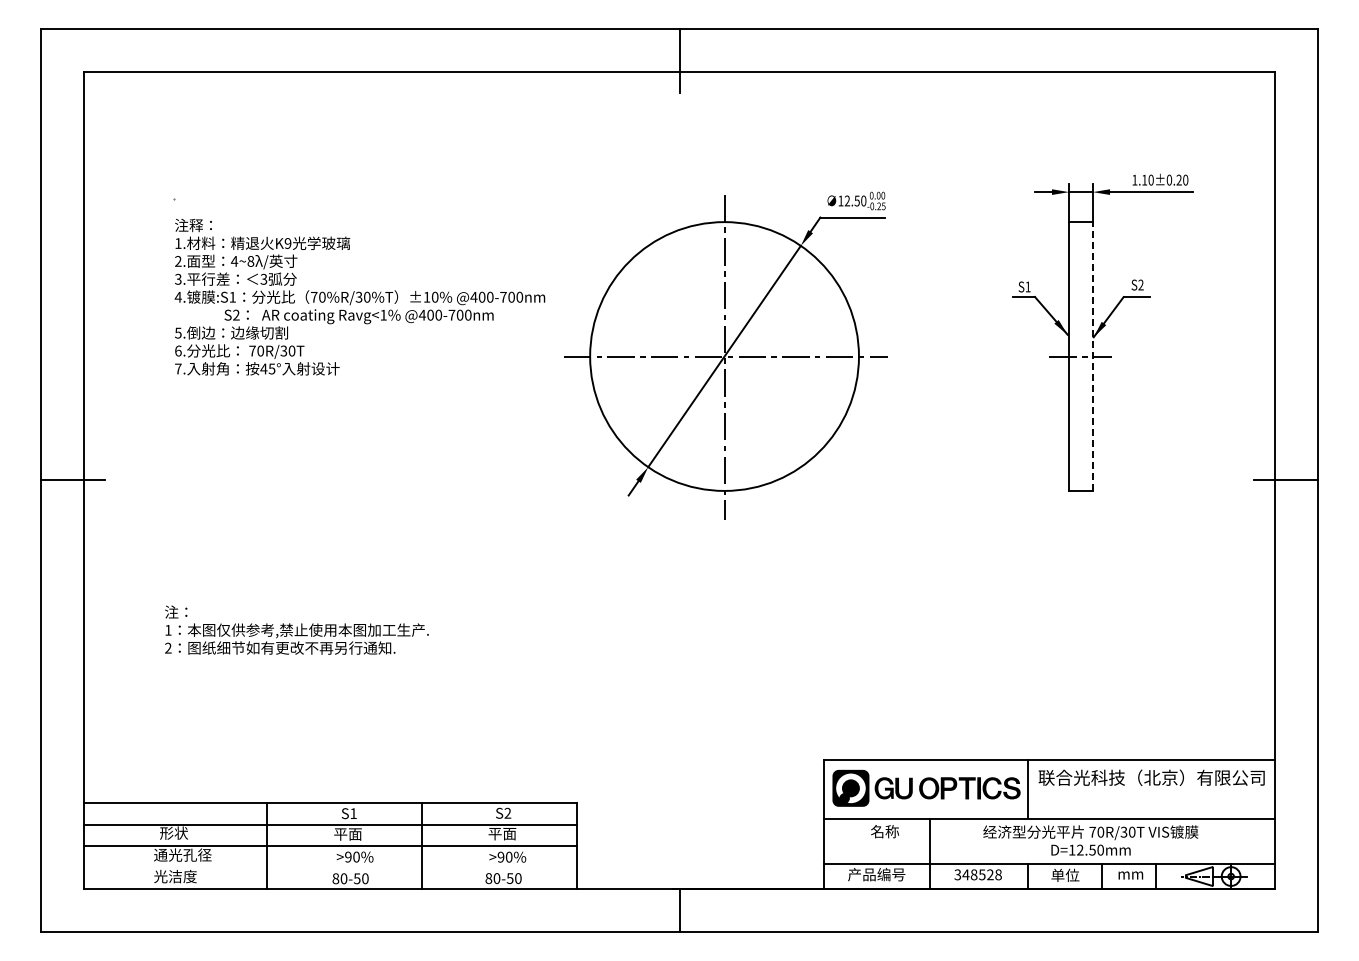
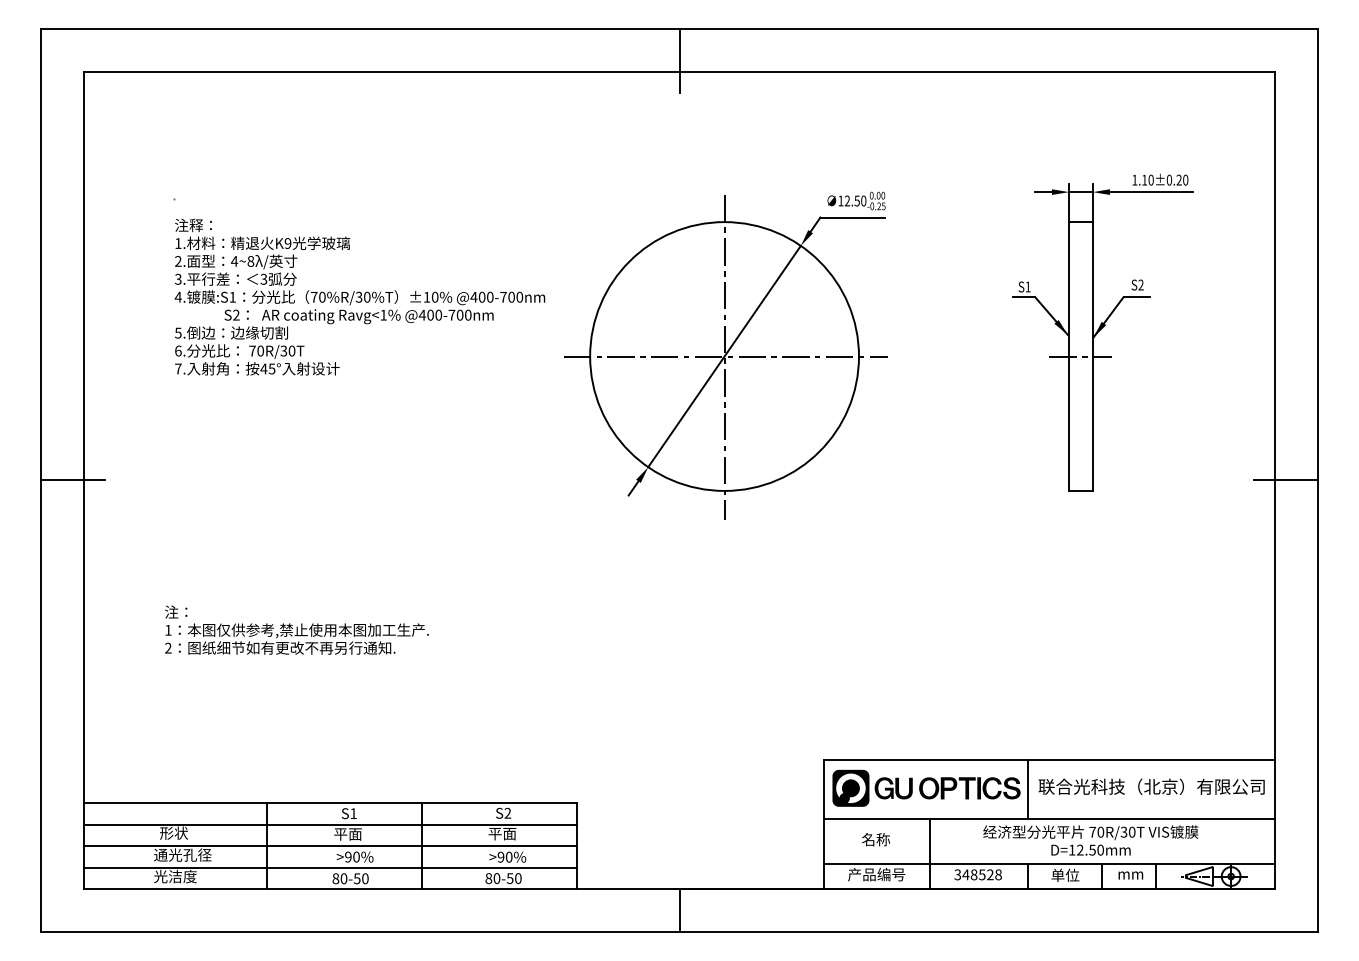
line at (1092, 356): dashed -> solid
text at (1151, 777) position: (1151, 777) -> (1151, 786)
text at (884, 831) position: (884, 831) -> (875, 839)
line at (329, 867): none -> present
